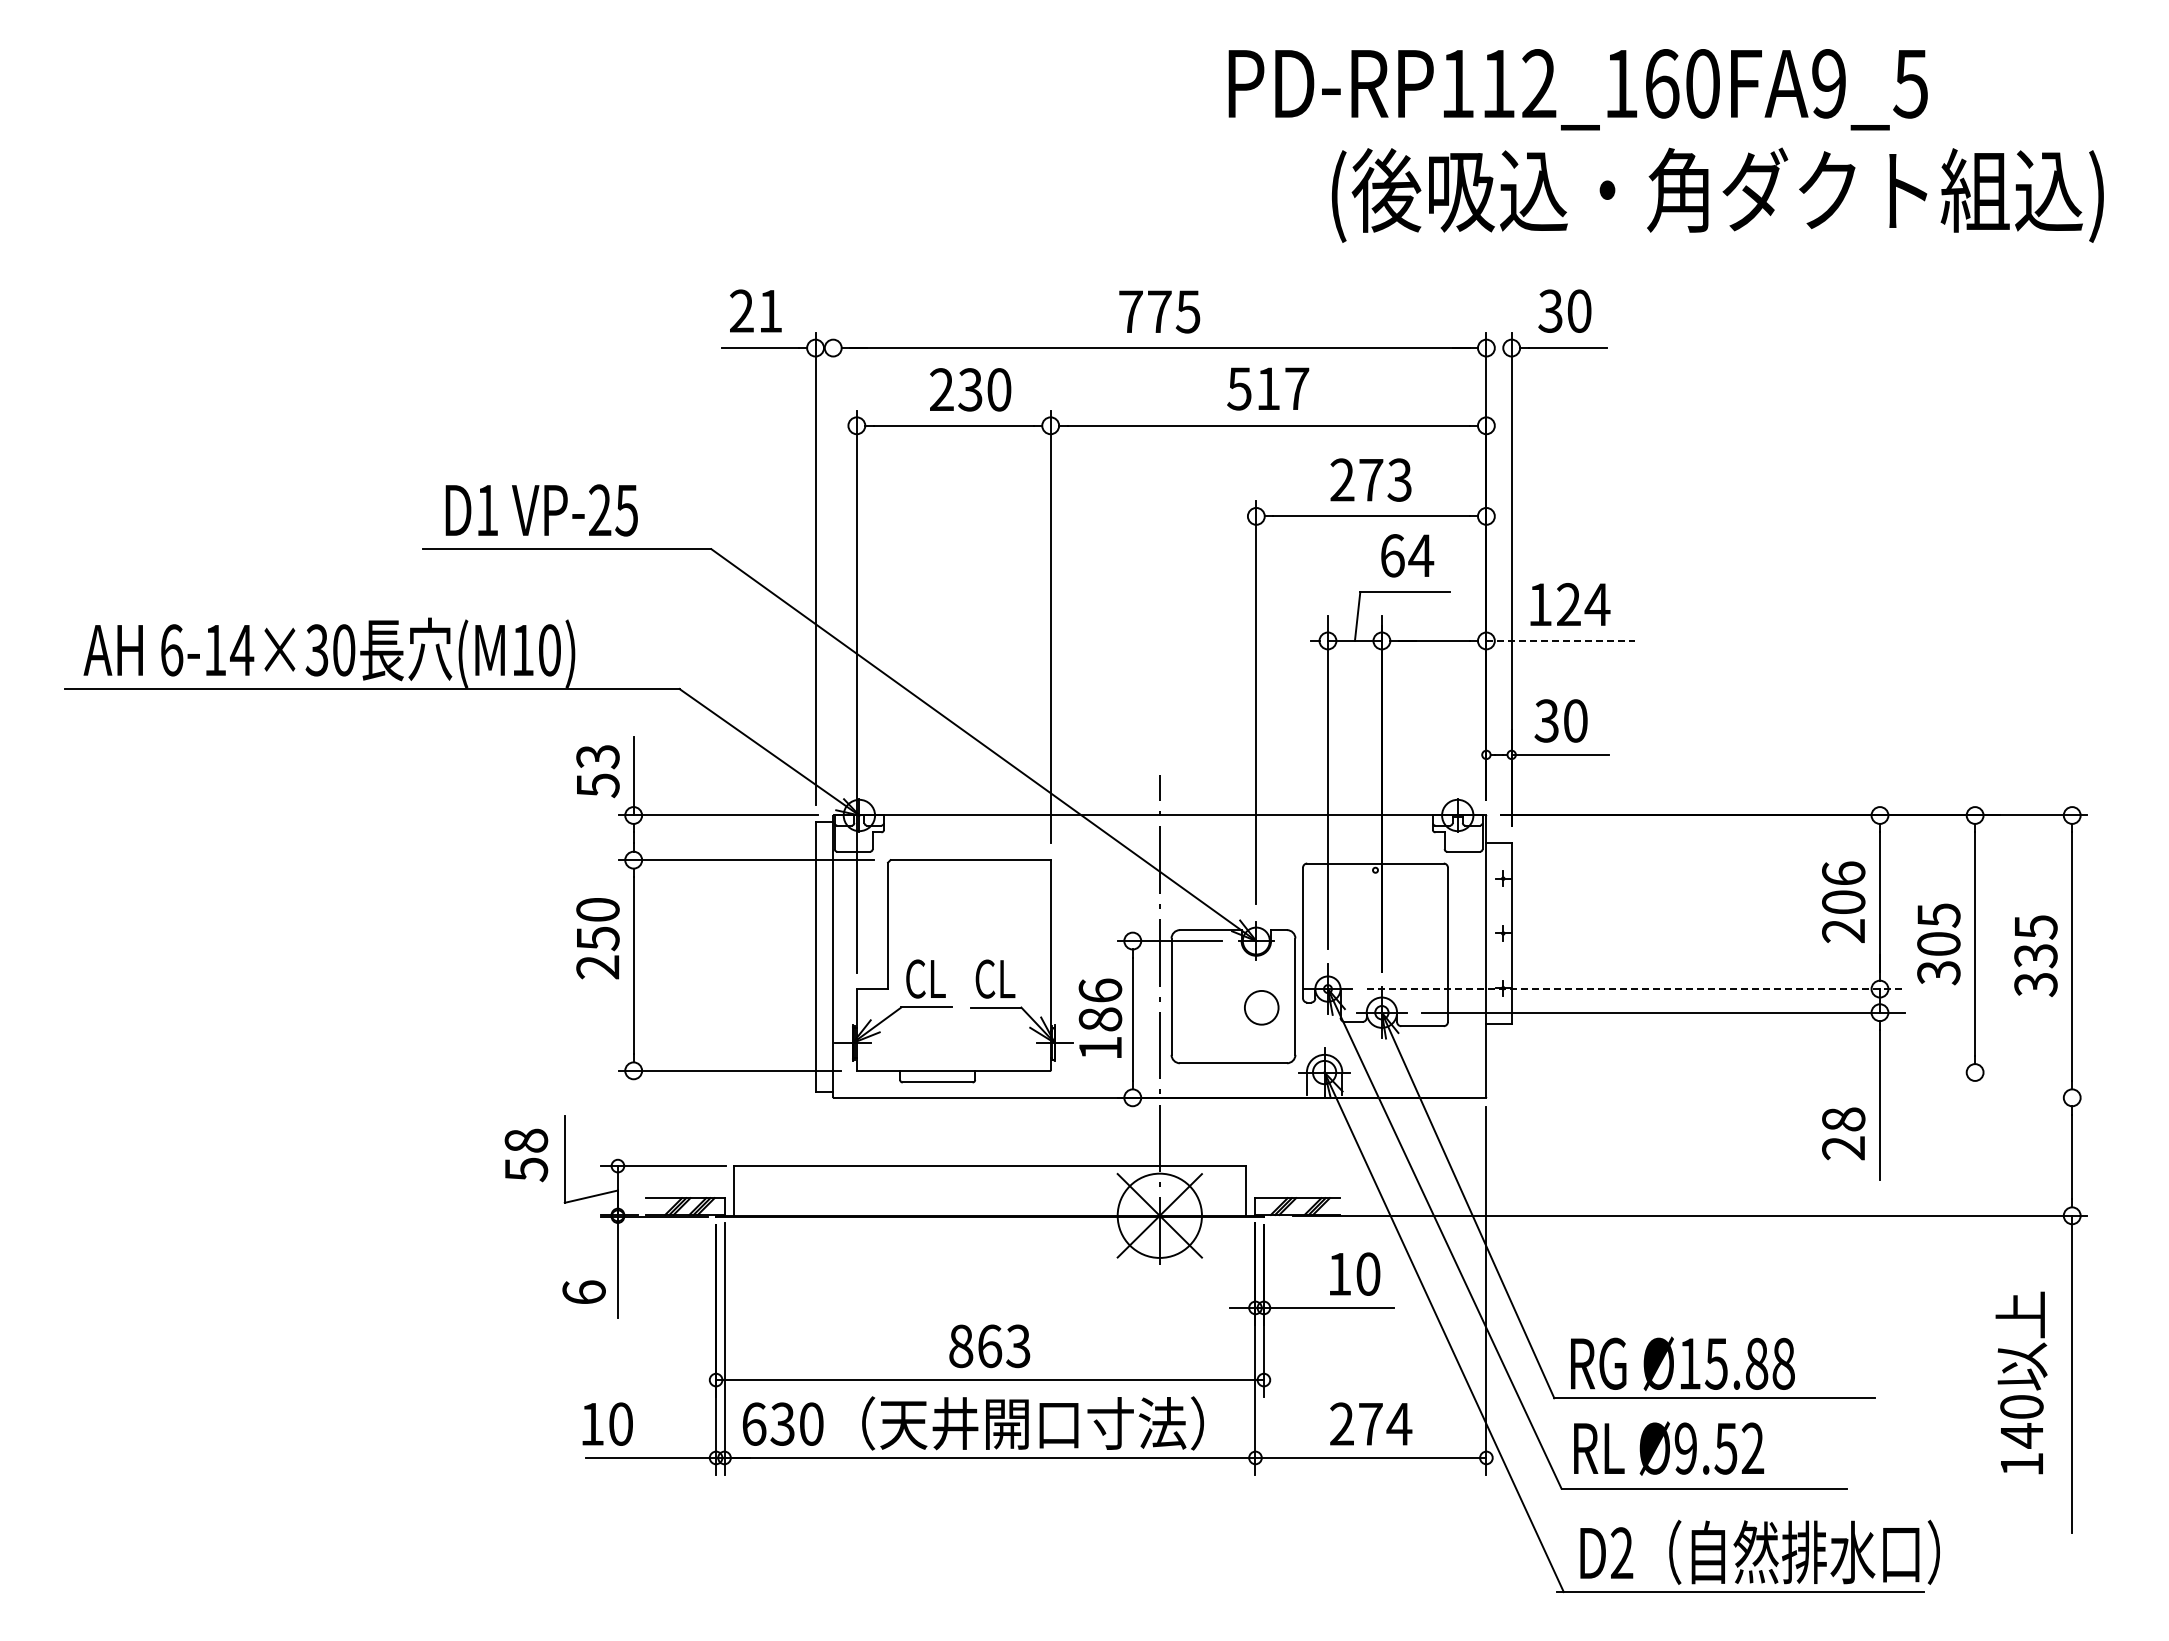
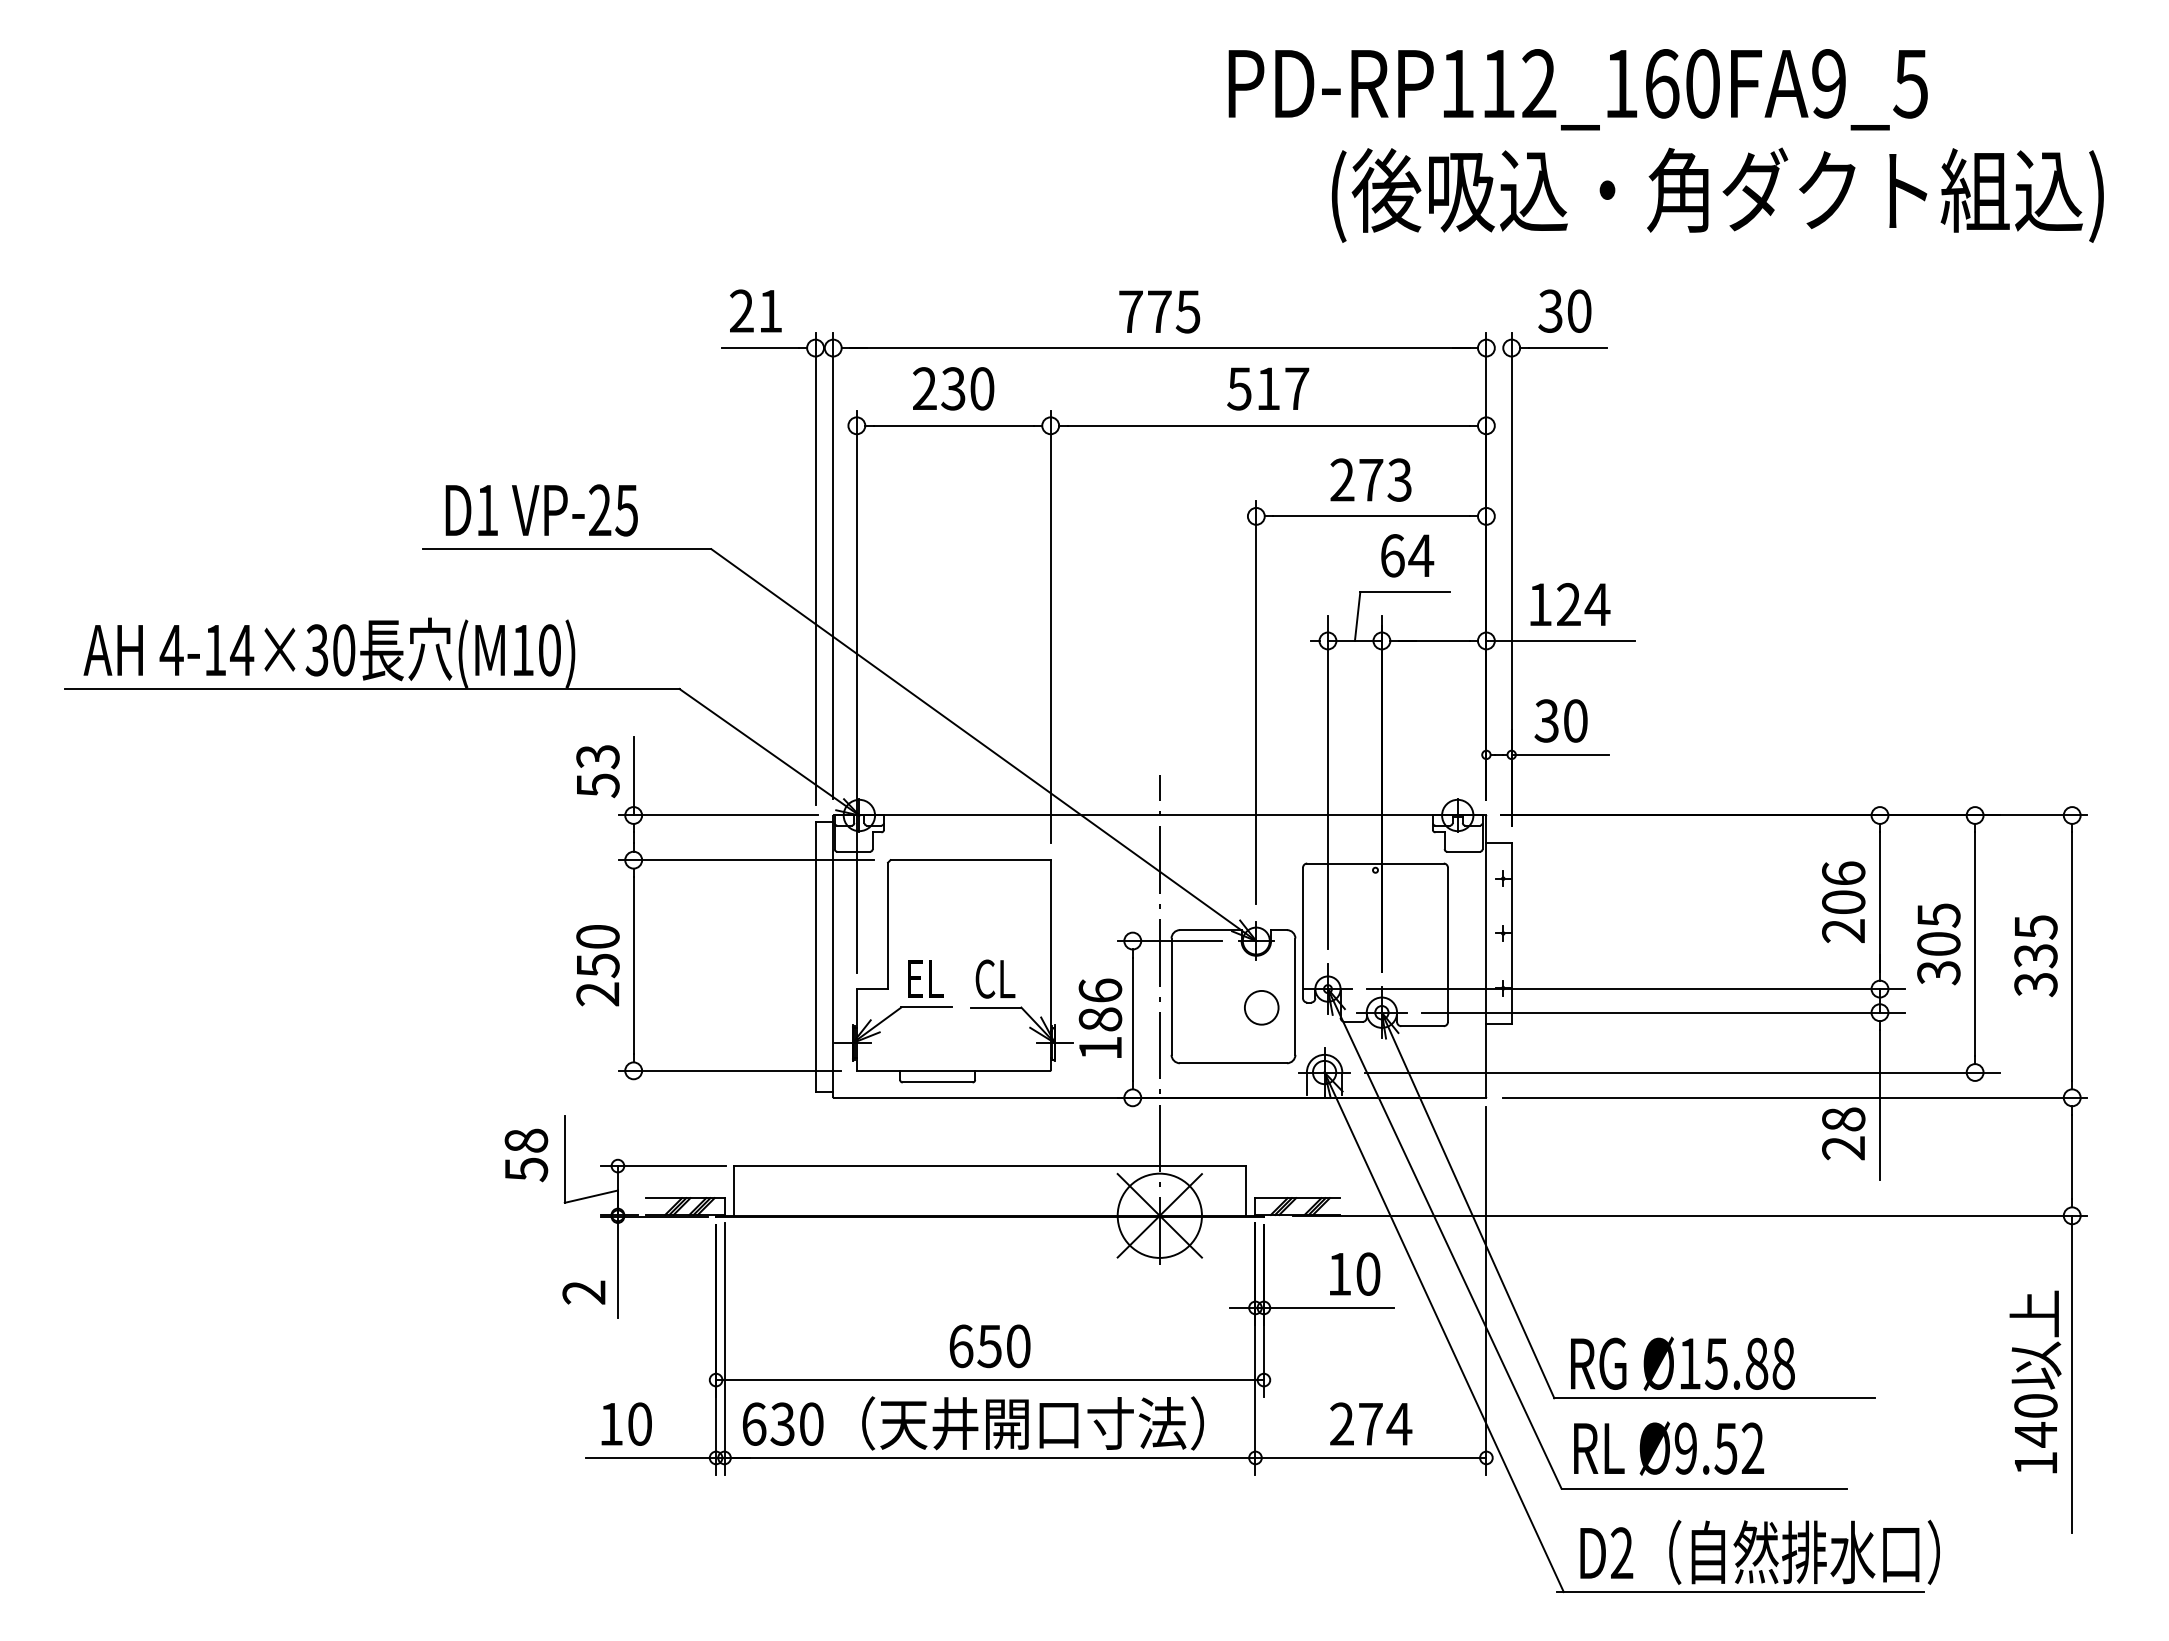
text at (970, 389) position: (970, 389) -> (953, 388)
line at (833, 565): none -> present
line at (1561, 640): dashed -> solid
text at (171, 650): 6-14×30 -> 4-14×30
text at (597, 938) position: (597, 938) -> (597, 965)
text at (925, 978): CL -> EL
line at (1636, 989): dashed -> solid
line at (1682, 1072): none -> present
line at (1794, 1097): none -> present
text at (583, 1292): 6 -> 2
text at (989, 1346): 863 -> 650
text at (2021, 1382) position: (2021, 1382) -> (2035, 1381)
text at (607, 1423) position: (607, 1423) -> (626, 1423)
